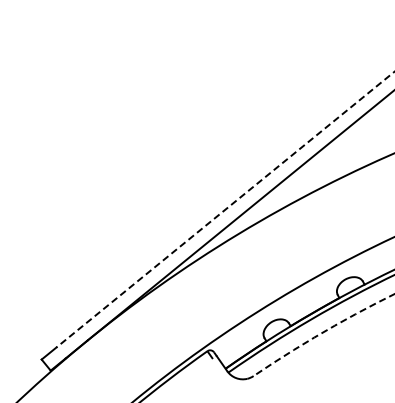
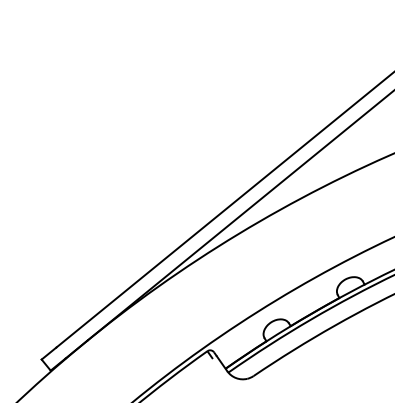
line at (225, 209): dashed -> solid
arc at (322, 333): dashed -> solid
